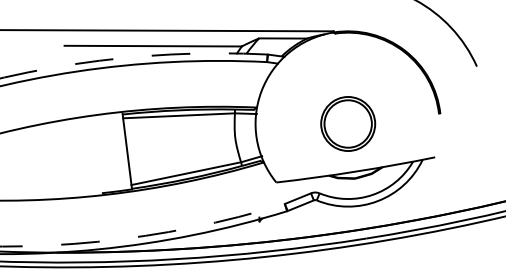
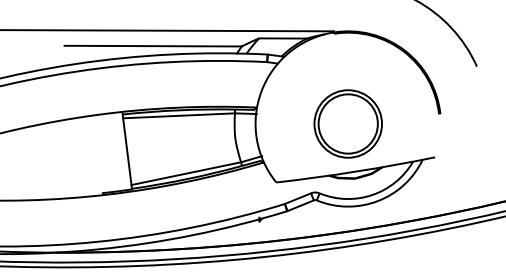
arc at (132, 57): dashed -> solid
part at (348, 123) size: 57x56 px -> 70x70 px
arc at (144, 236): dashed -> solid
